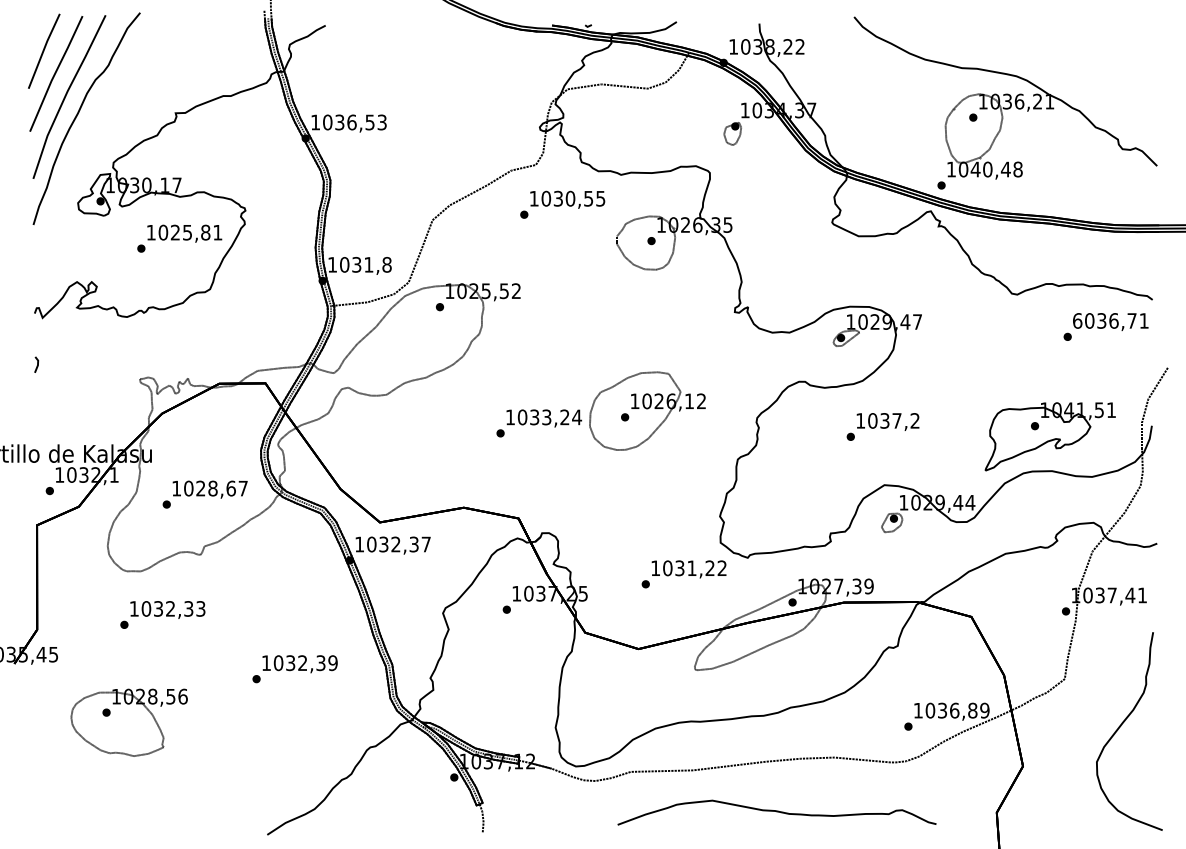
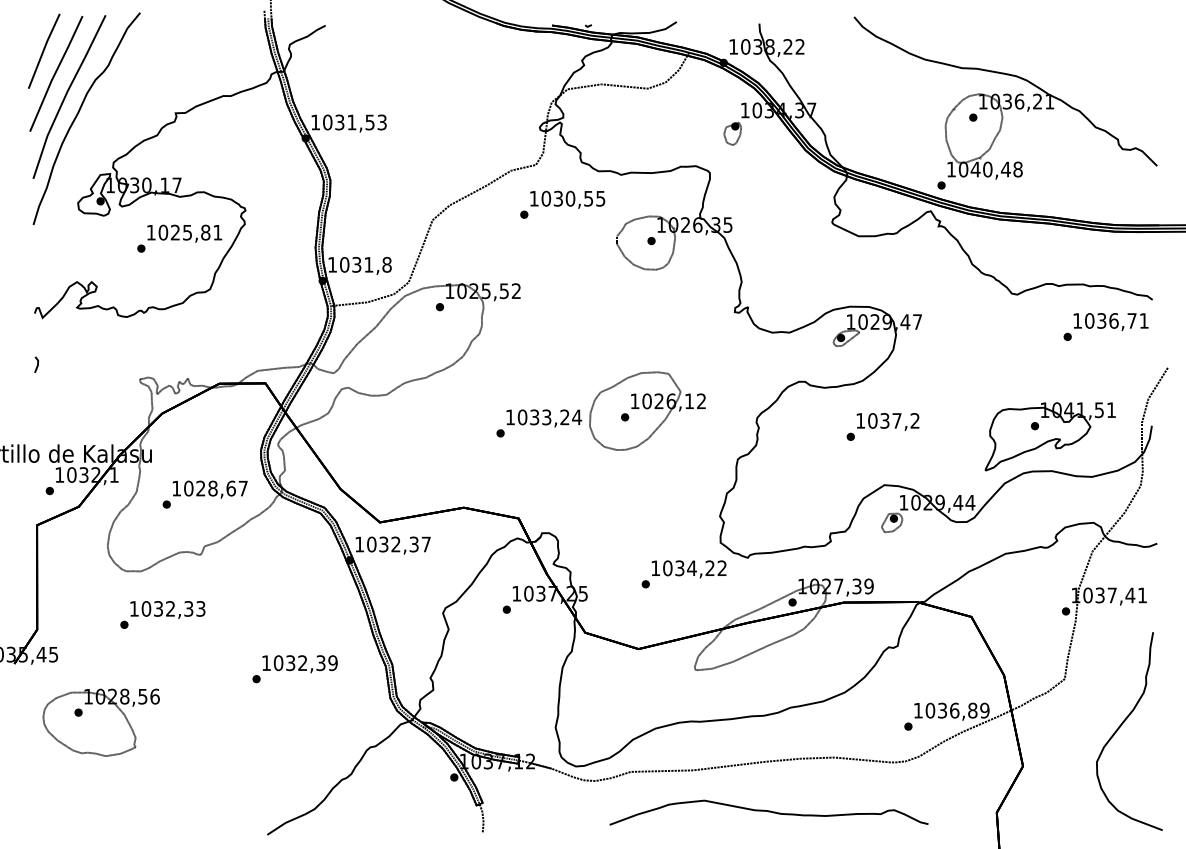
text at (351, 122): 1036,53 -> 1031,53
text at (1077, 320): 6036,71 -> 1036,71
text at (691, 567): 1031,22 -> 1034,22
part at (128, 722) position: (128, 722) -> (100, 722)
curve at (776, 812) position: (776, 812) -> (768, 812)
